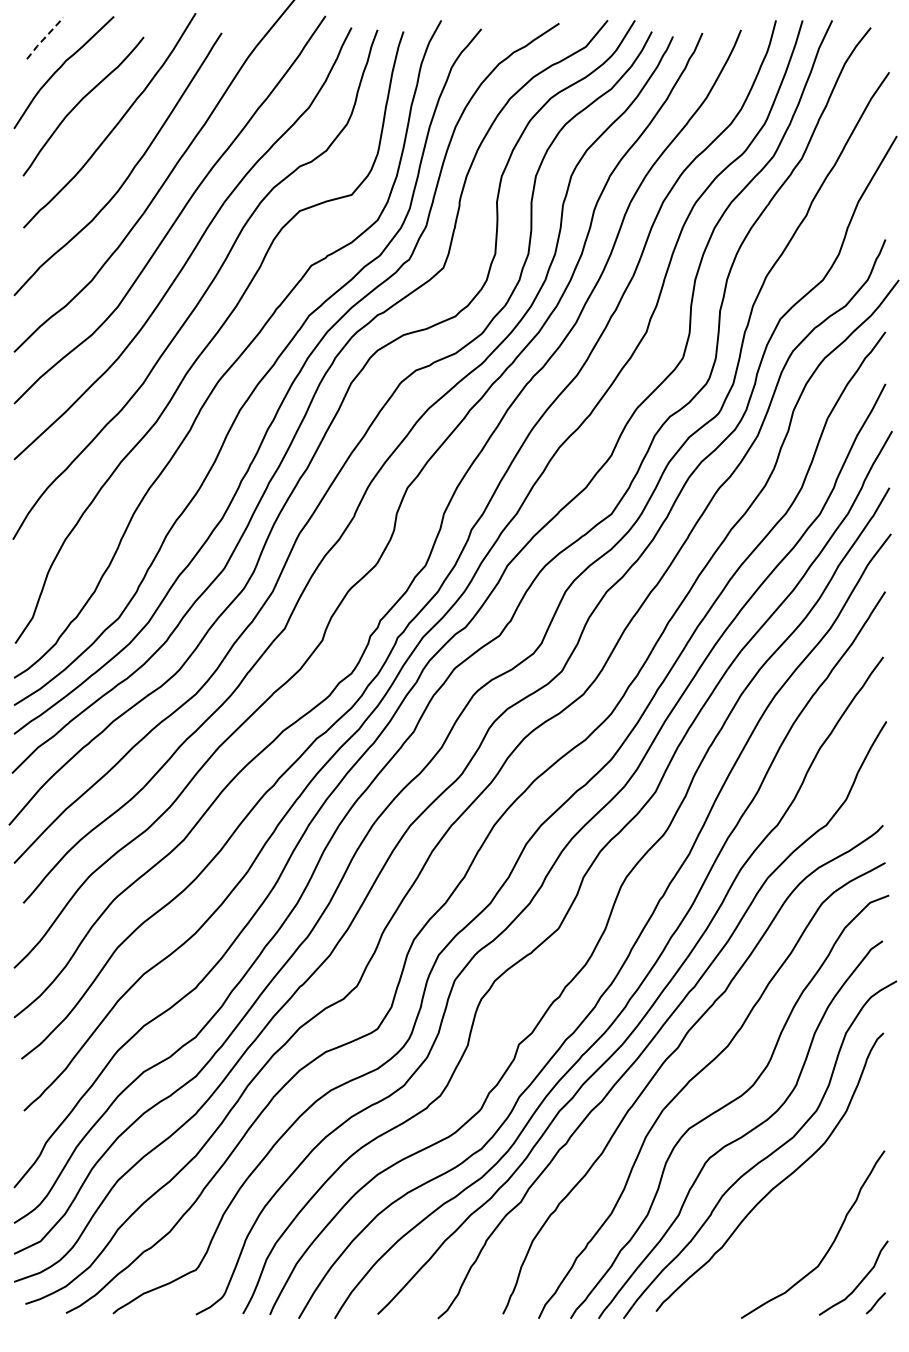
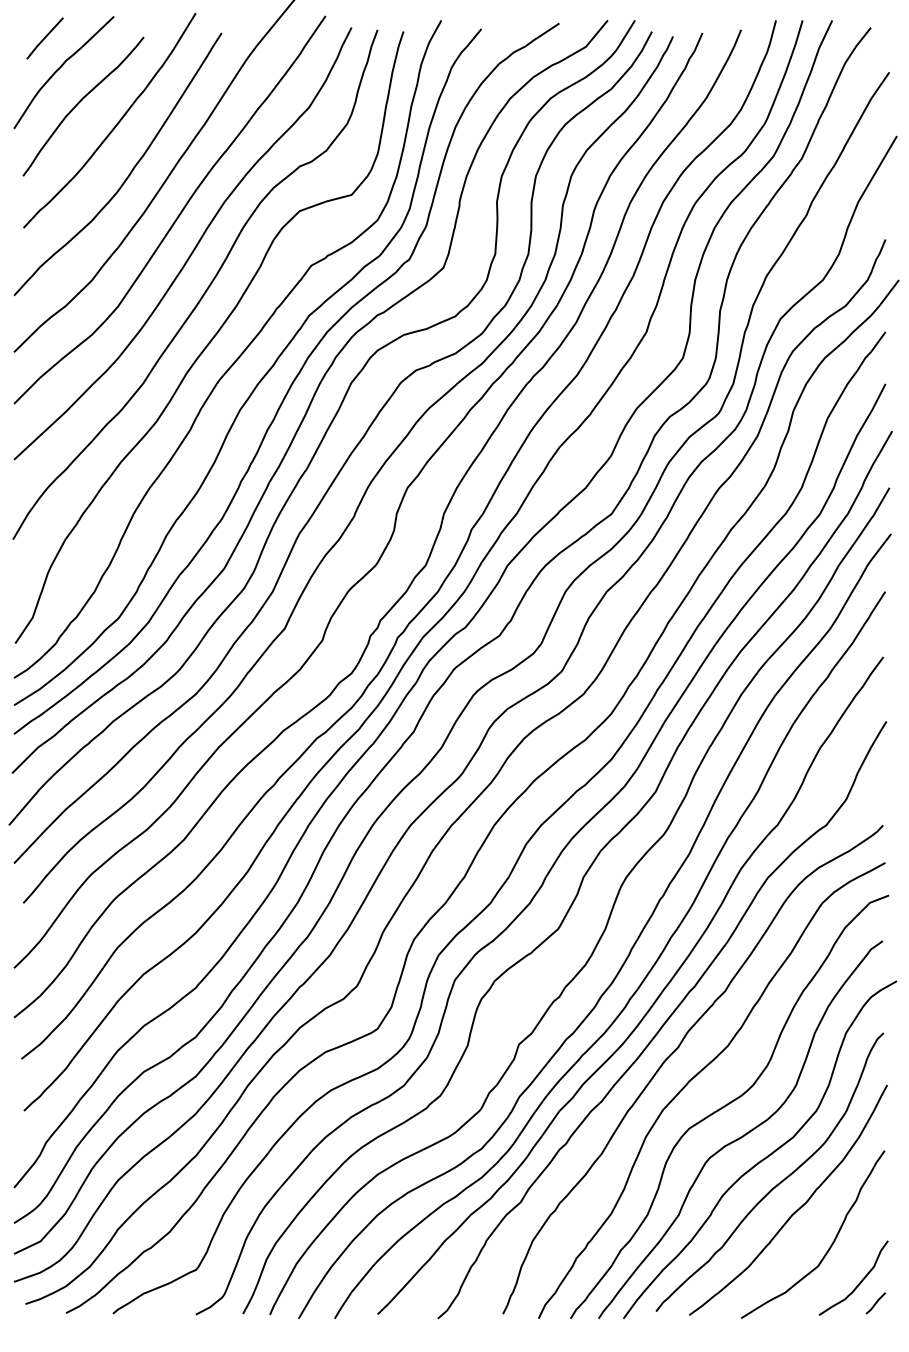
line at (44, 38): dashed -> solid
curve at (795, 1210): none -> present
